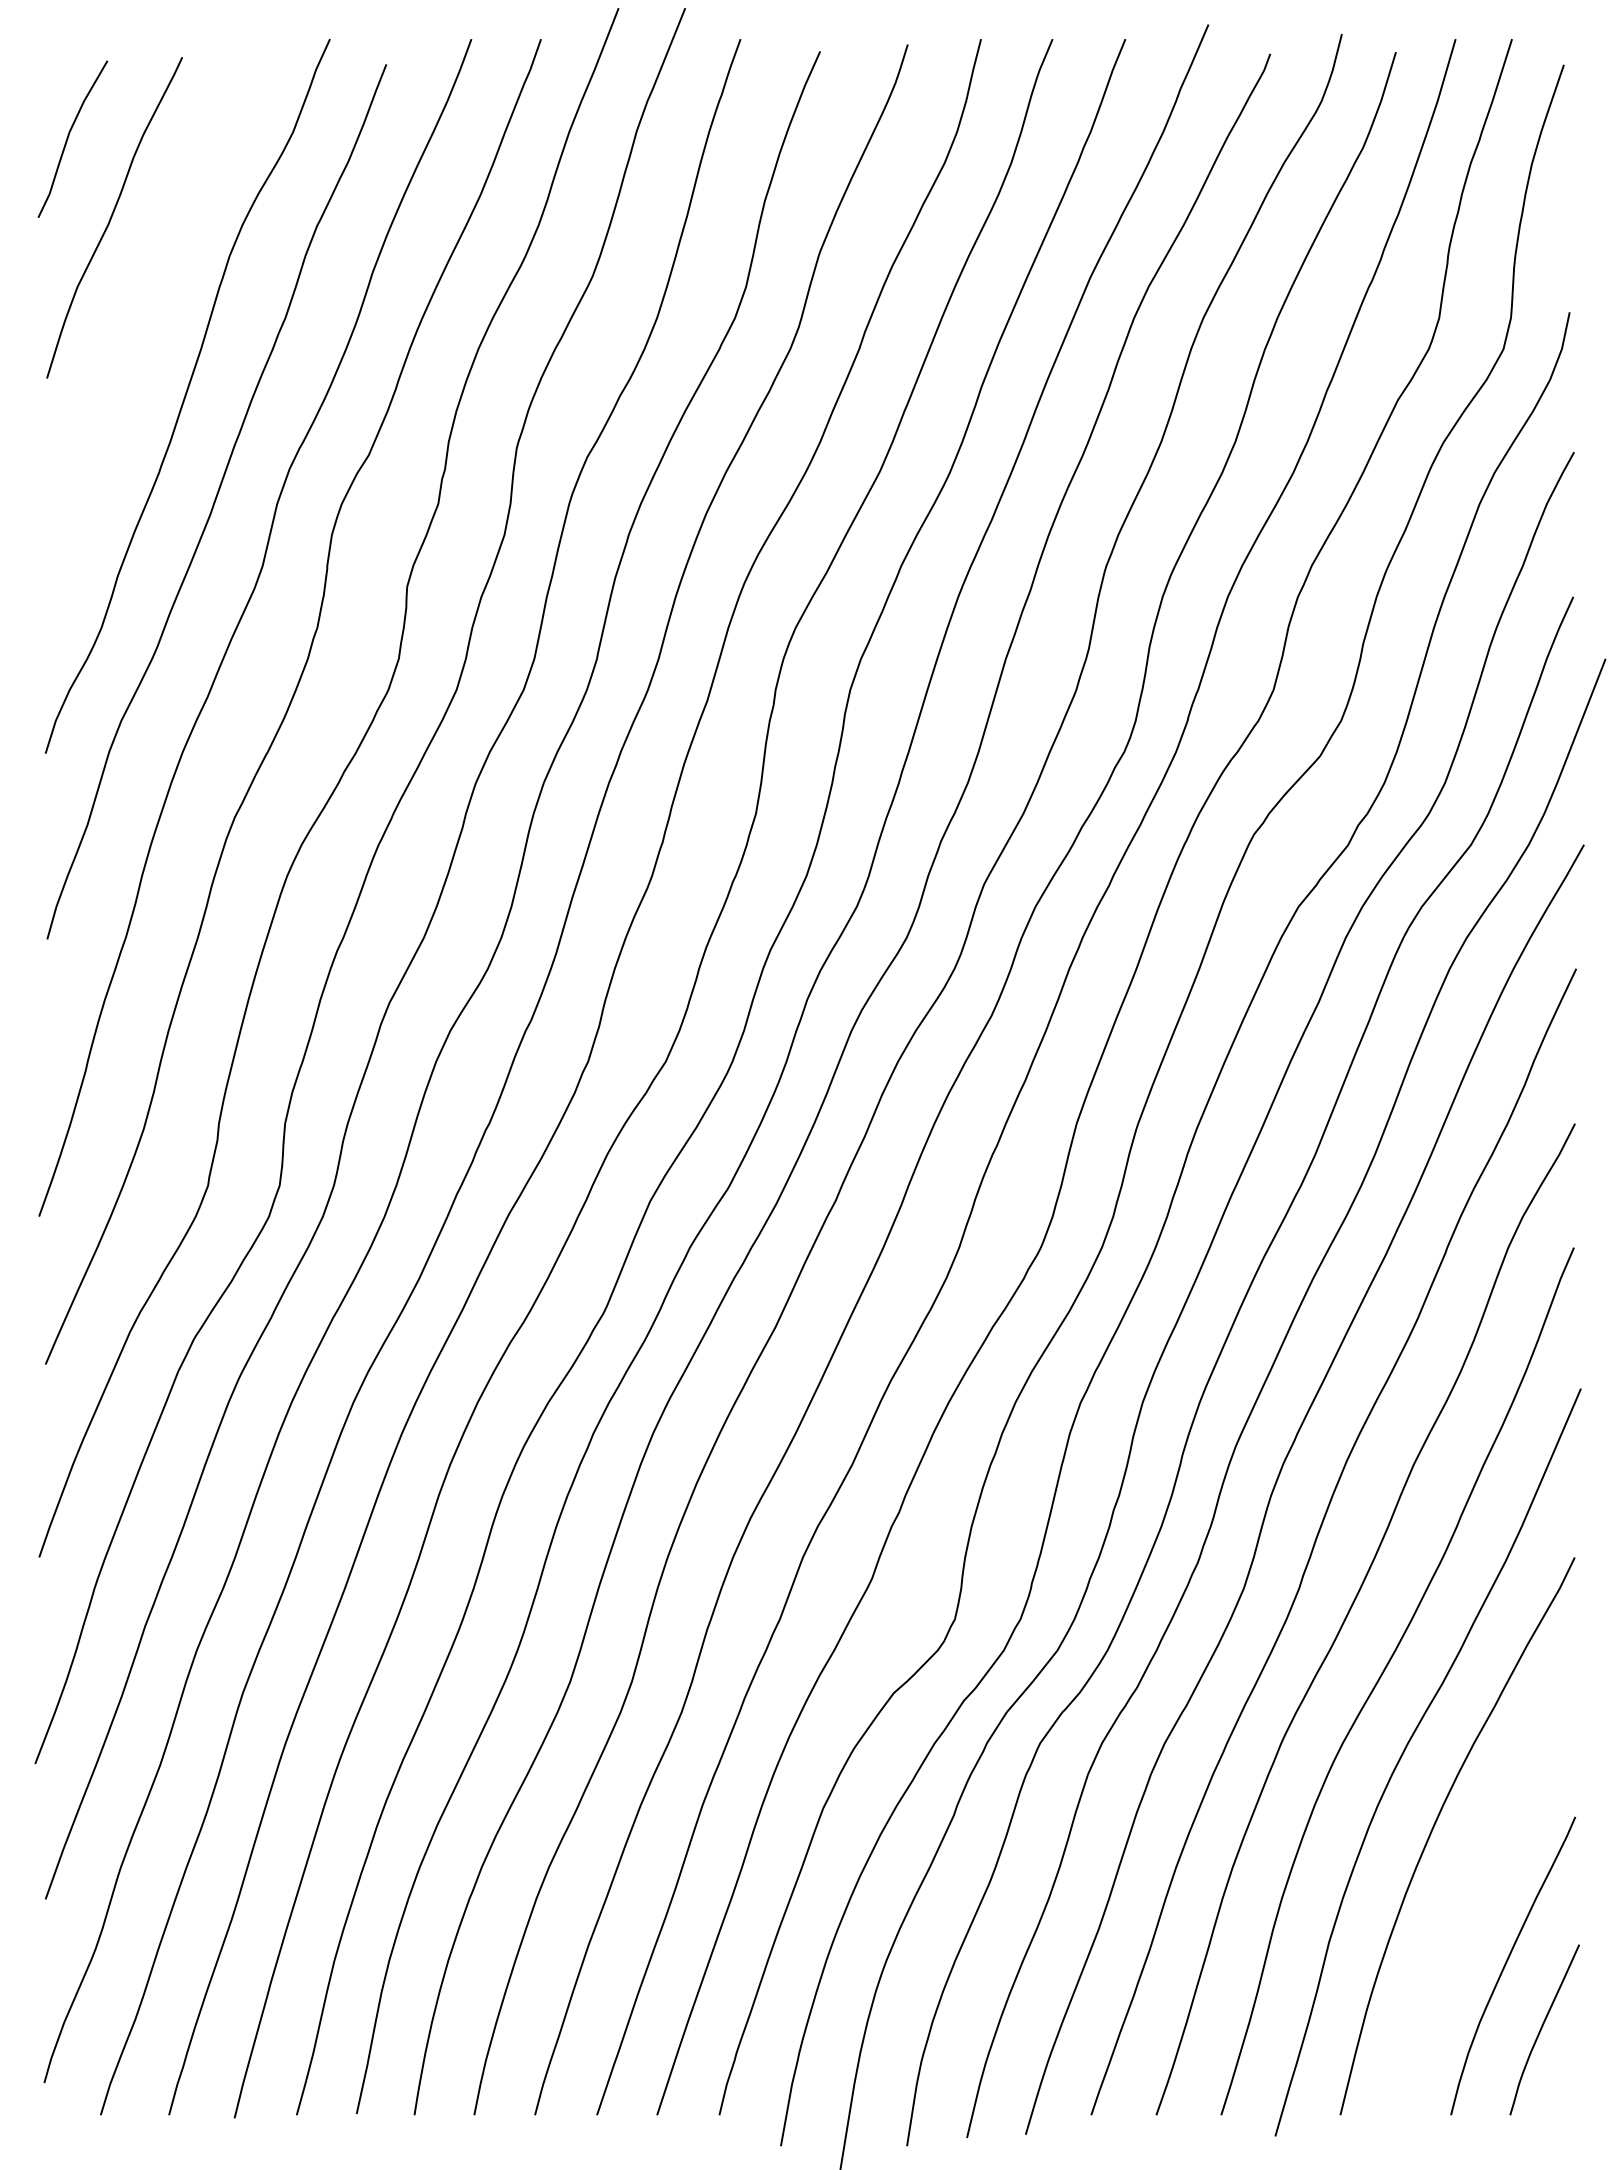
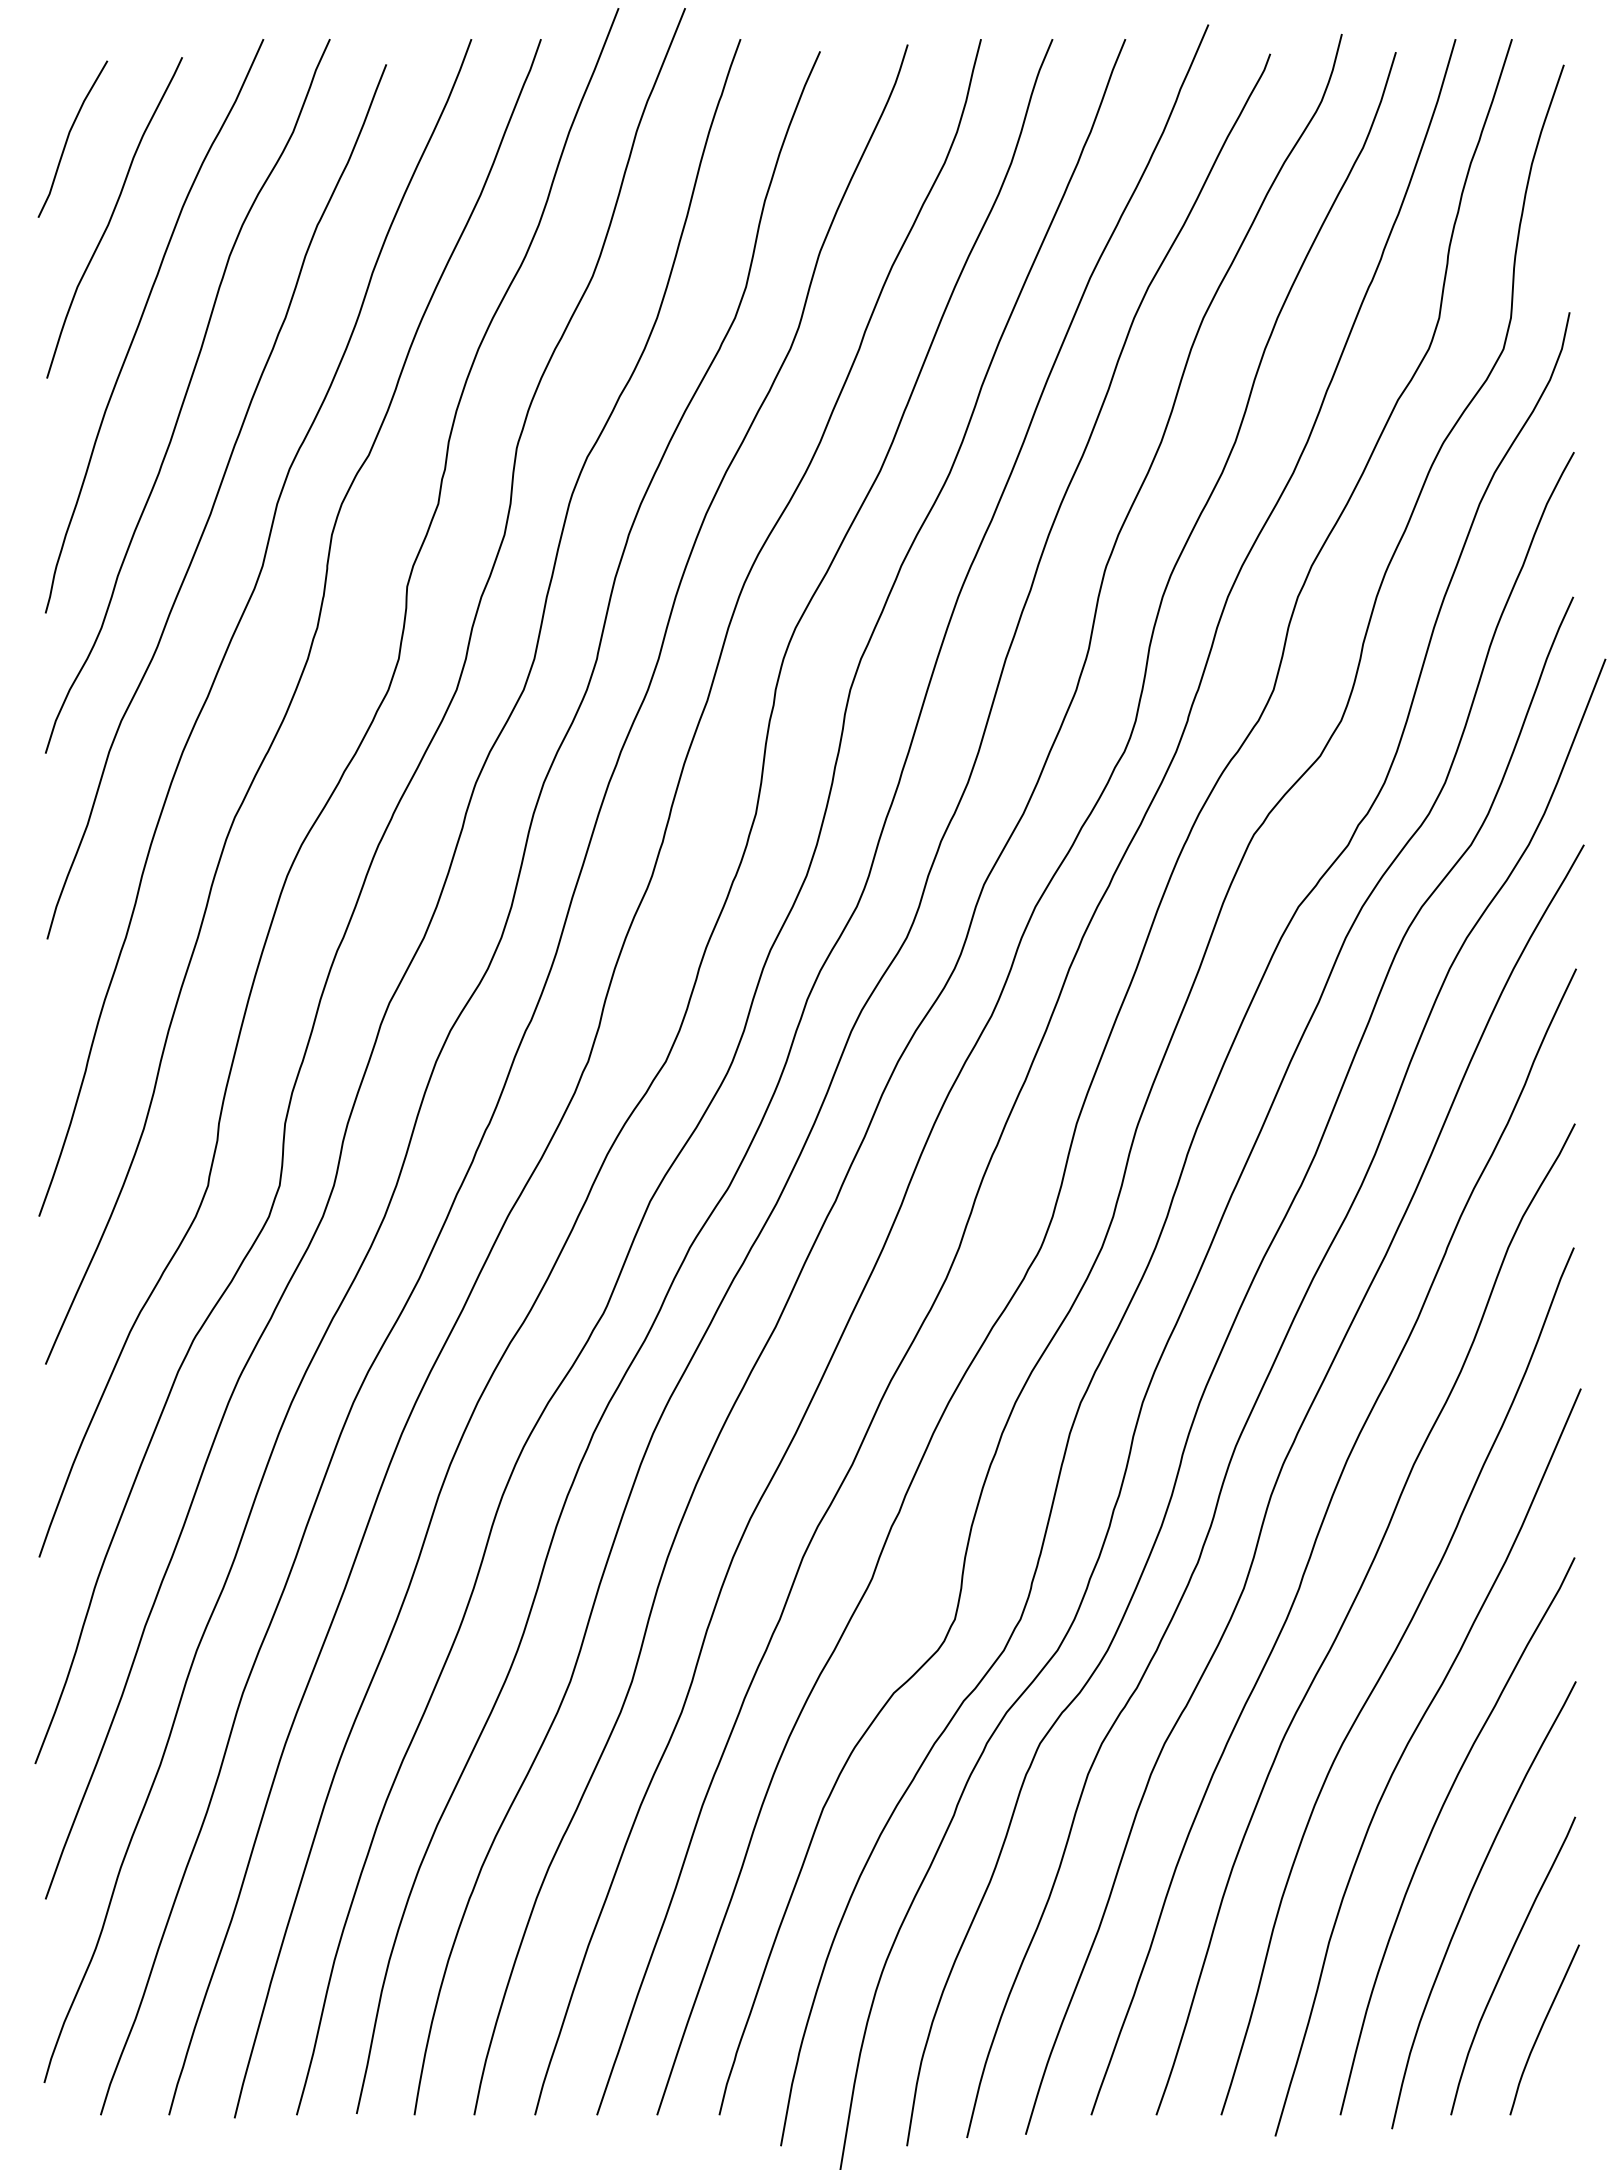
curve at (141, 320): none -> present
curve at (1468, 1901): none -> present
